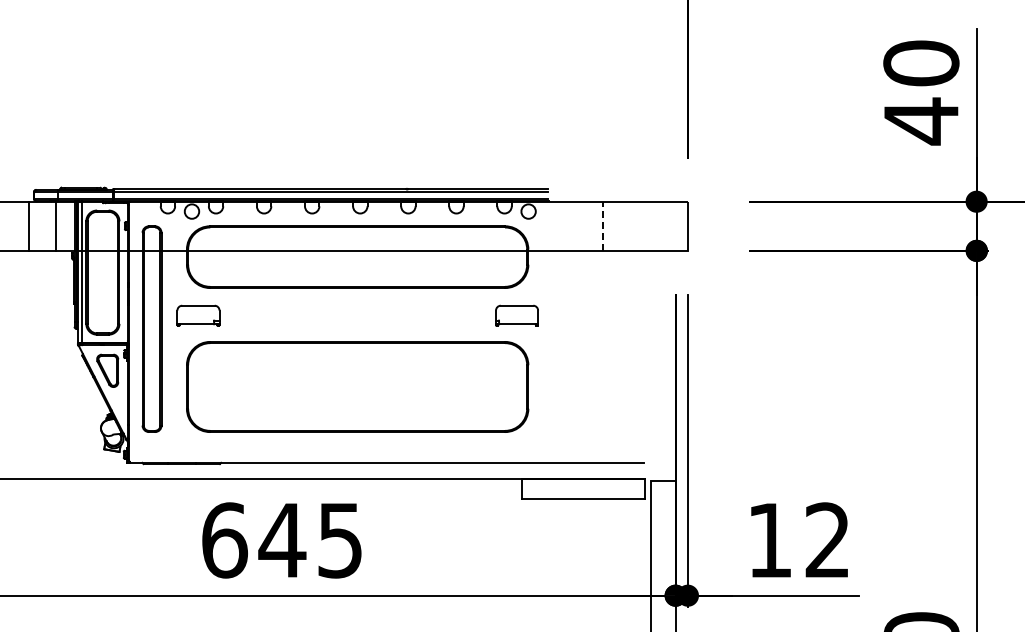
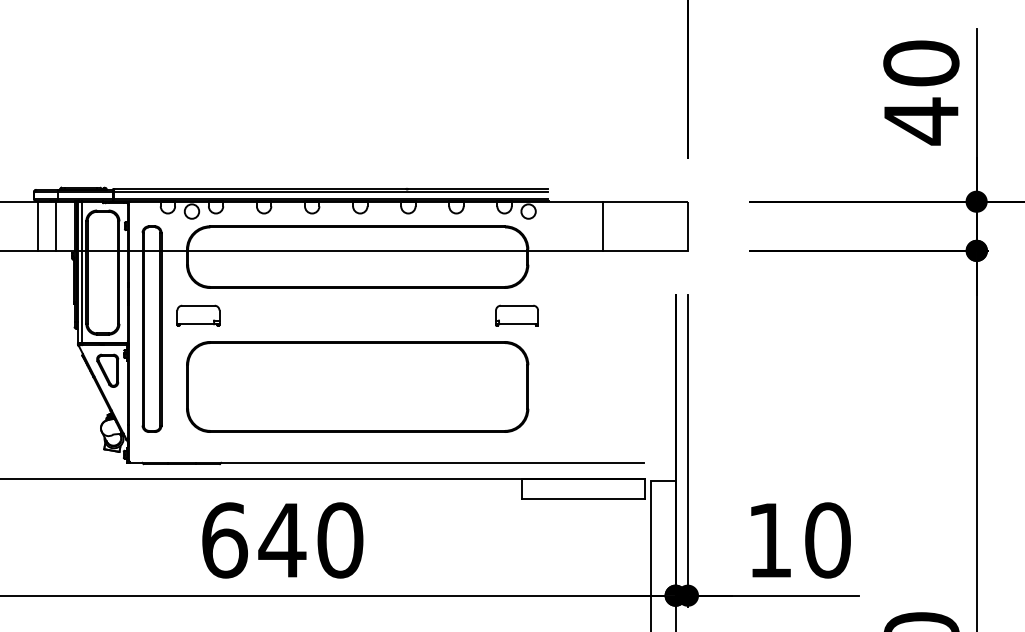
line at (29, 225) position: (29, 225) -> (38, 225)
line at (603, 226): dashed -> solid
text at (340, 540): 645 -> 640
text at (827, 540): 12 -> 10
